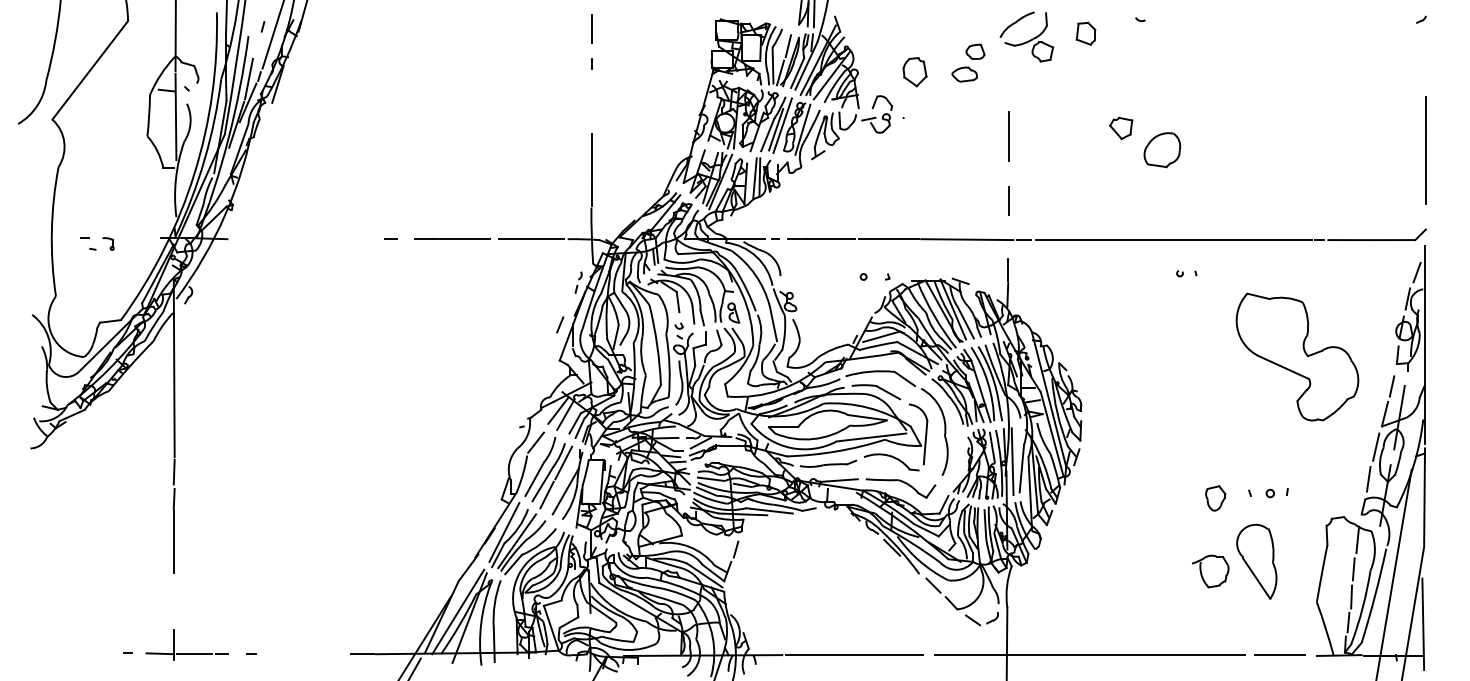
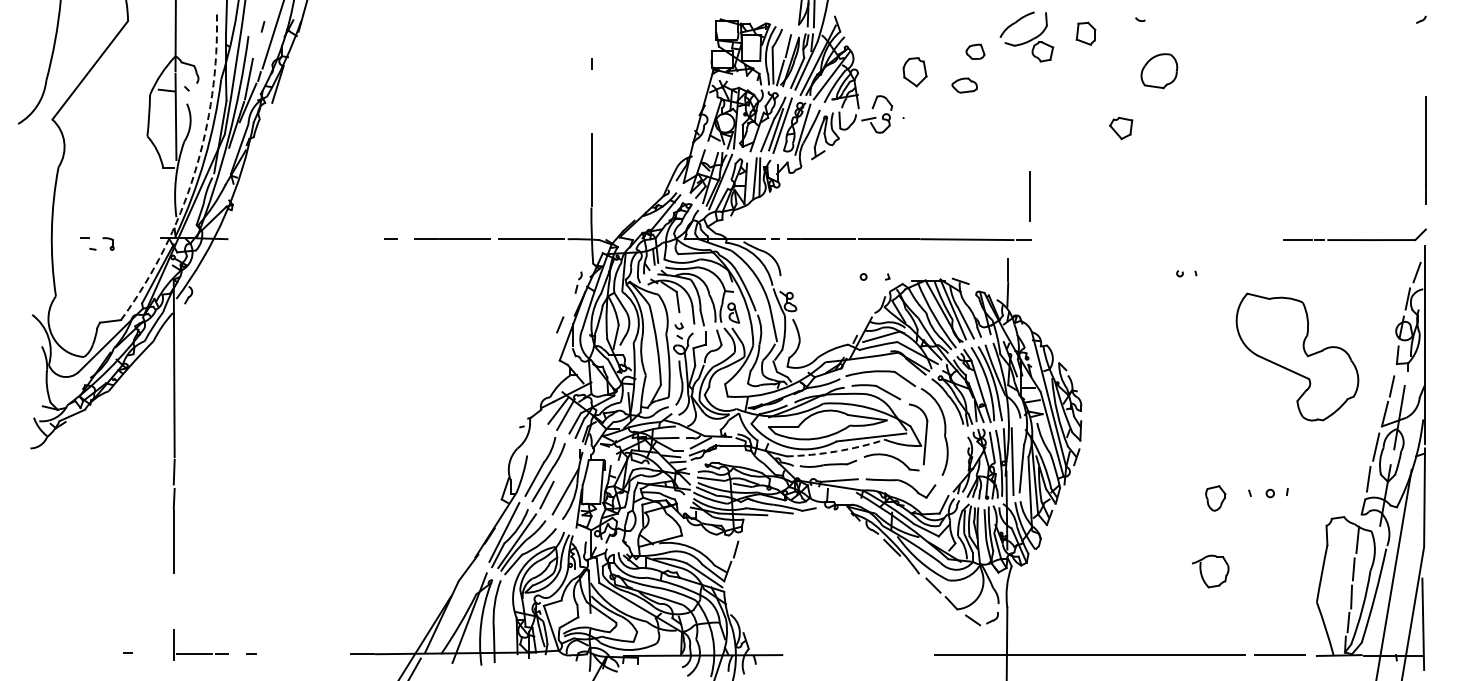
line at (591, 28): present -> none
part at (964, 74) position: (964, 74) -> (964, 85)
line at (1008, 136) position: (1008, 136) -> (1029, 196)
part at (1162, 150) position: (1162, 150) -> (1159, 71)
arc at (194, 174): solid -> dashed
line at (1009, 201): present -> none
line at (1158, 240): present -> none
line at (535, 442): present -> none
arc at (836, 451): solid -> dashed
line at (563, 462): present -> none
part at (1256, 561): present -> none
line at (458, 611): present -> none
line at (159, 653): present -> none
line at (853, 655): present -> none
